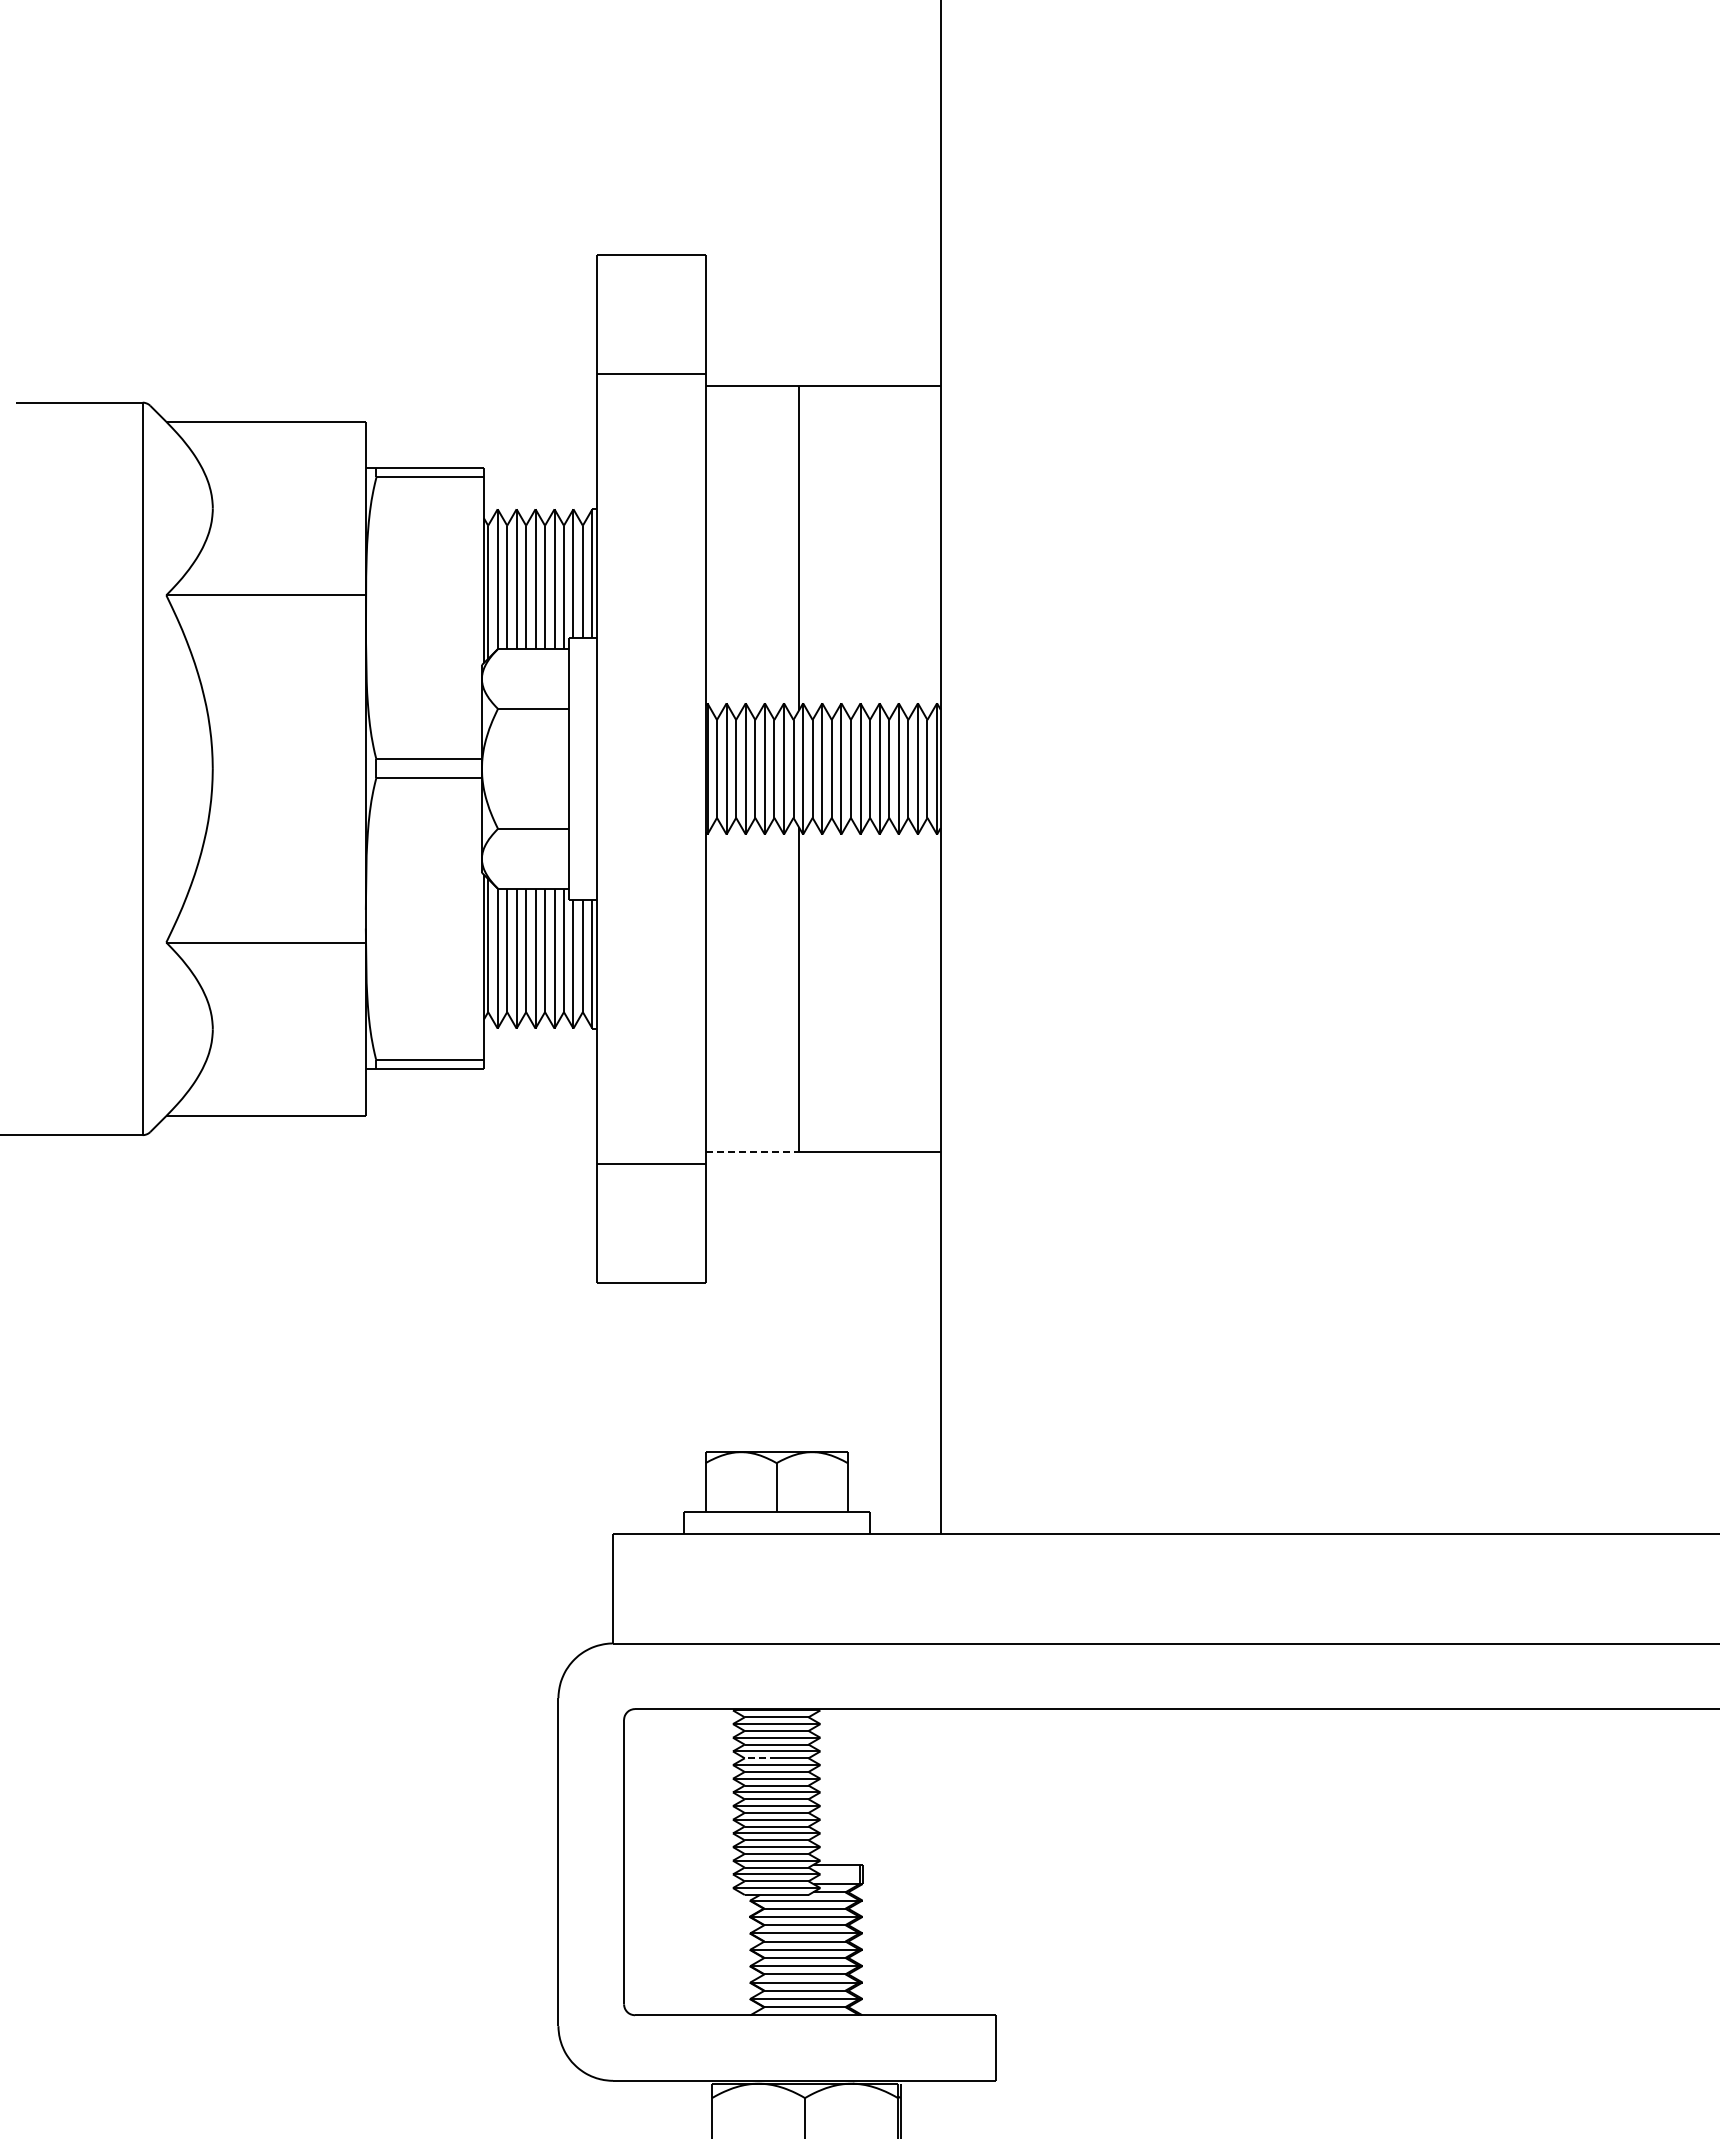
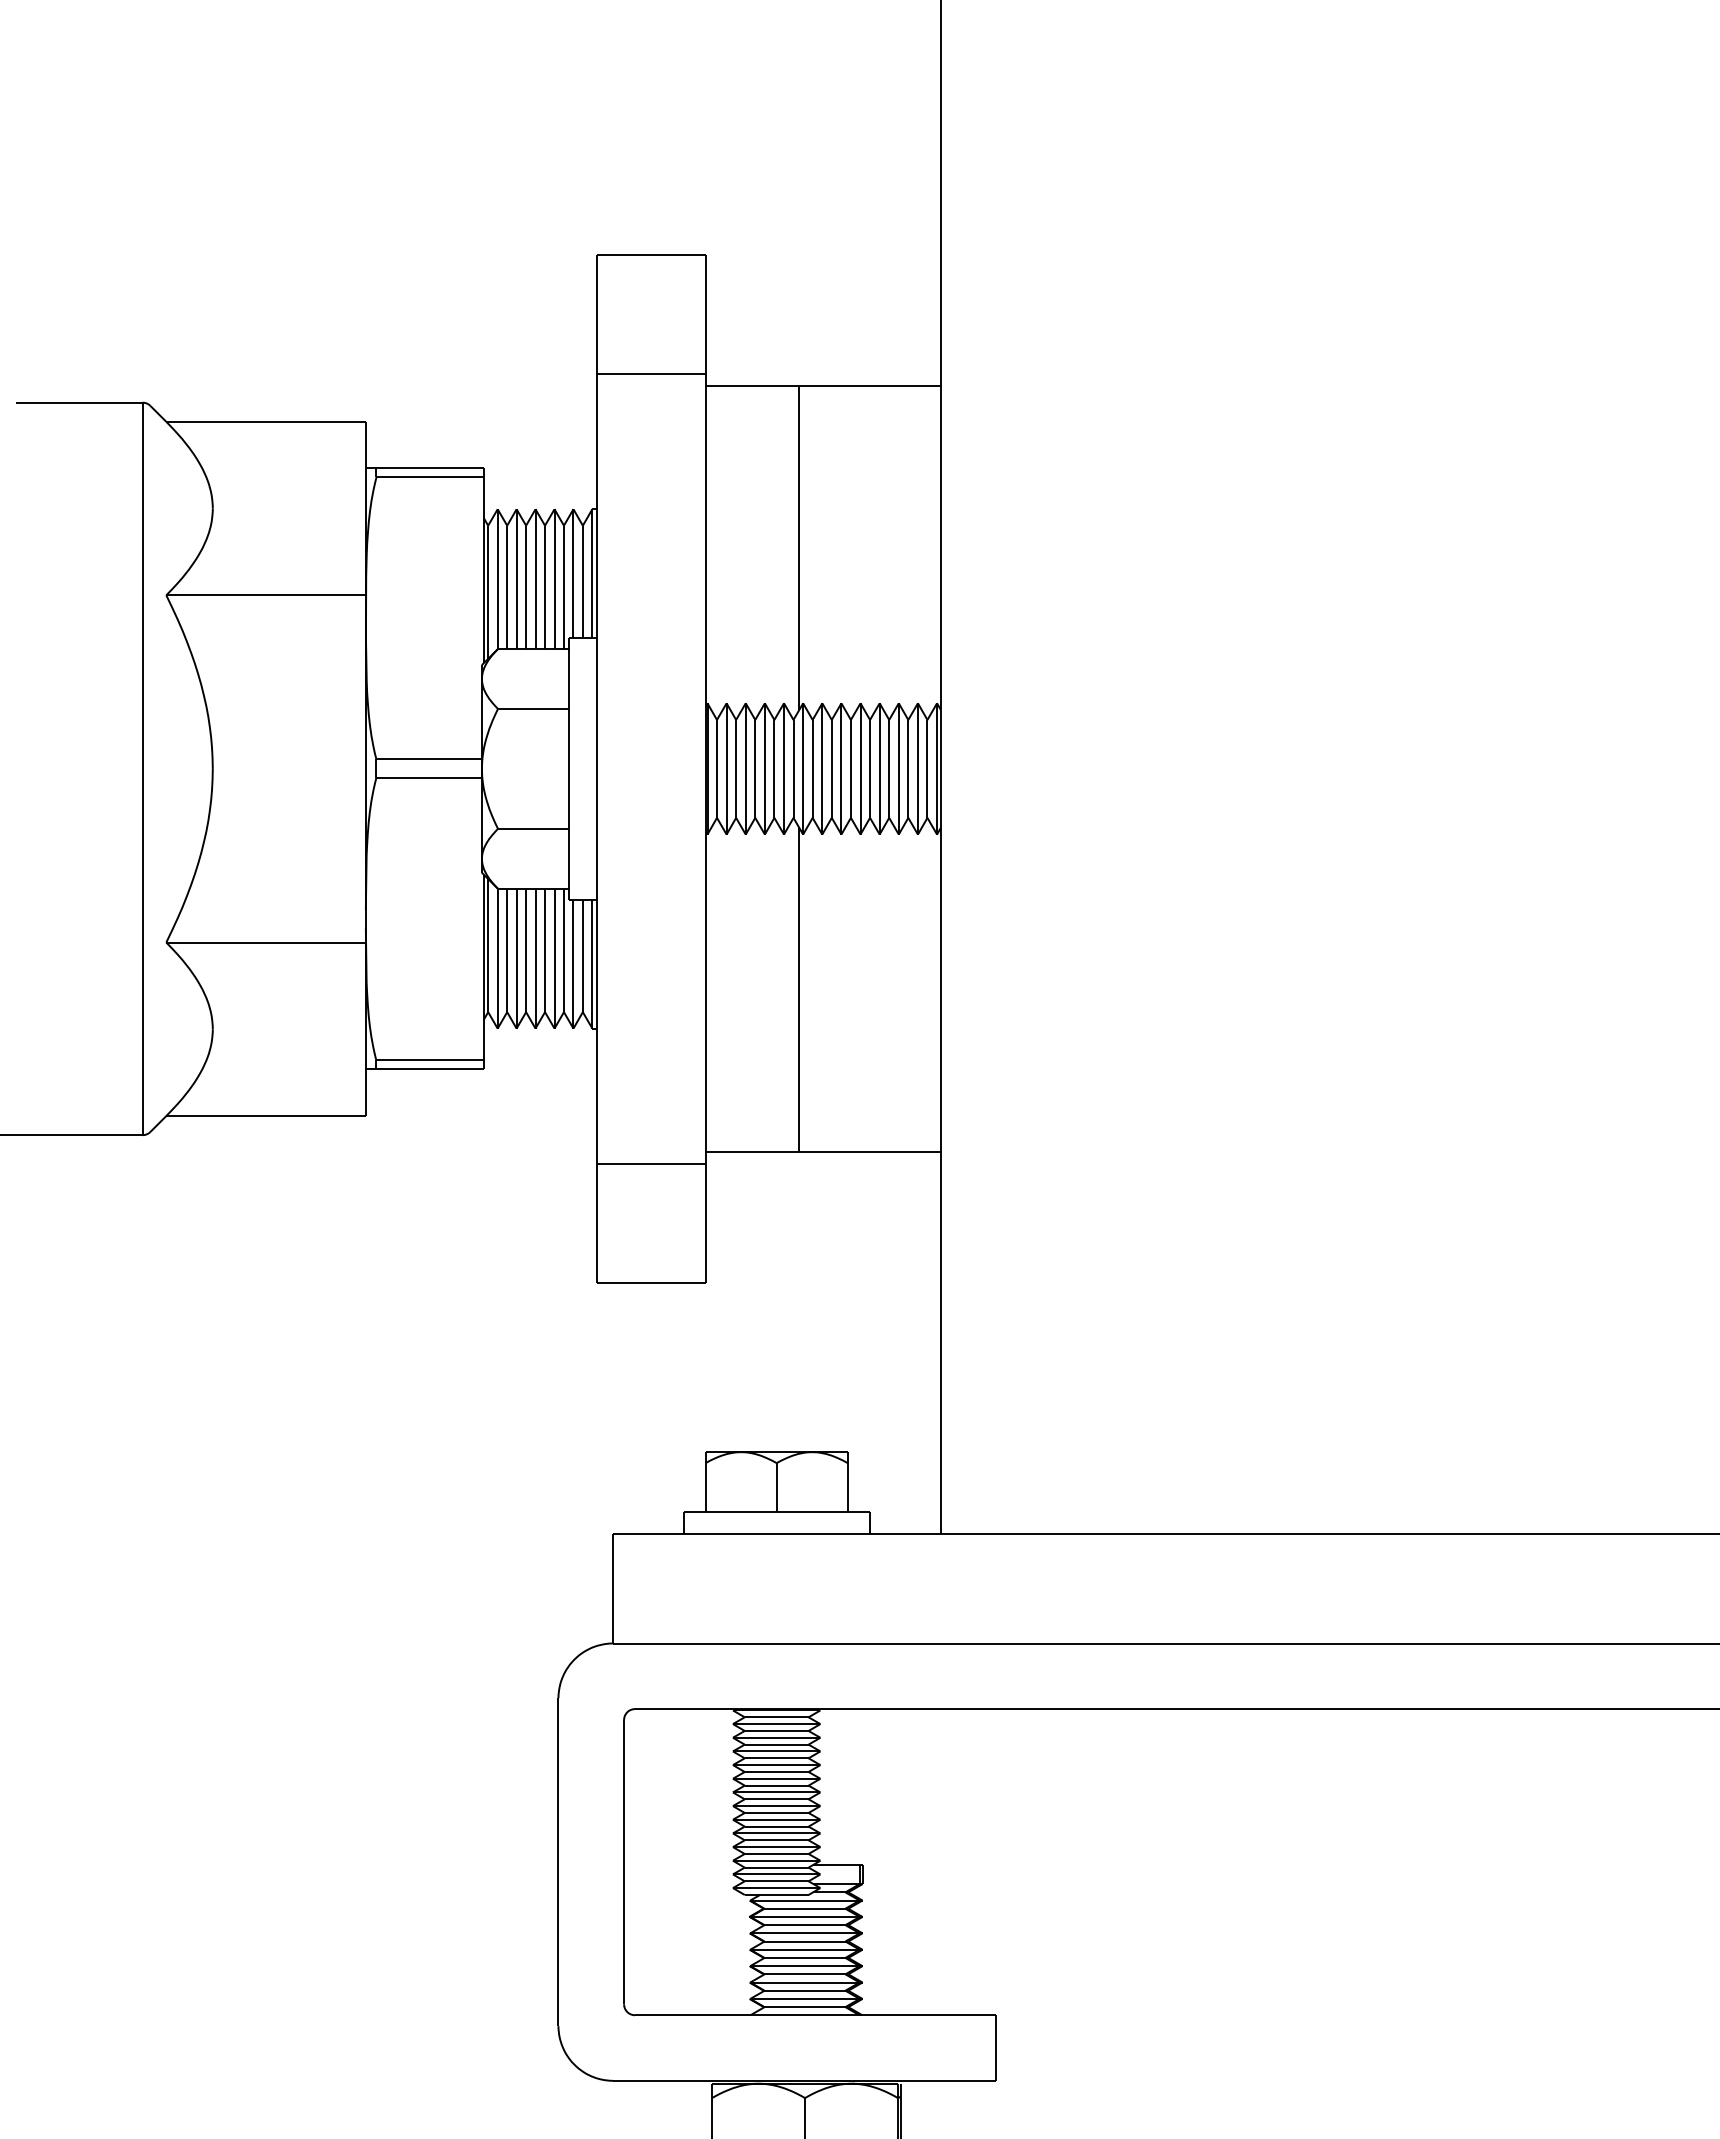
line at (753, 1151): dashed -> solid
line at (760, 1758): dashed -> solid
